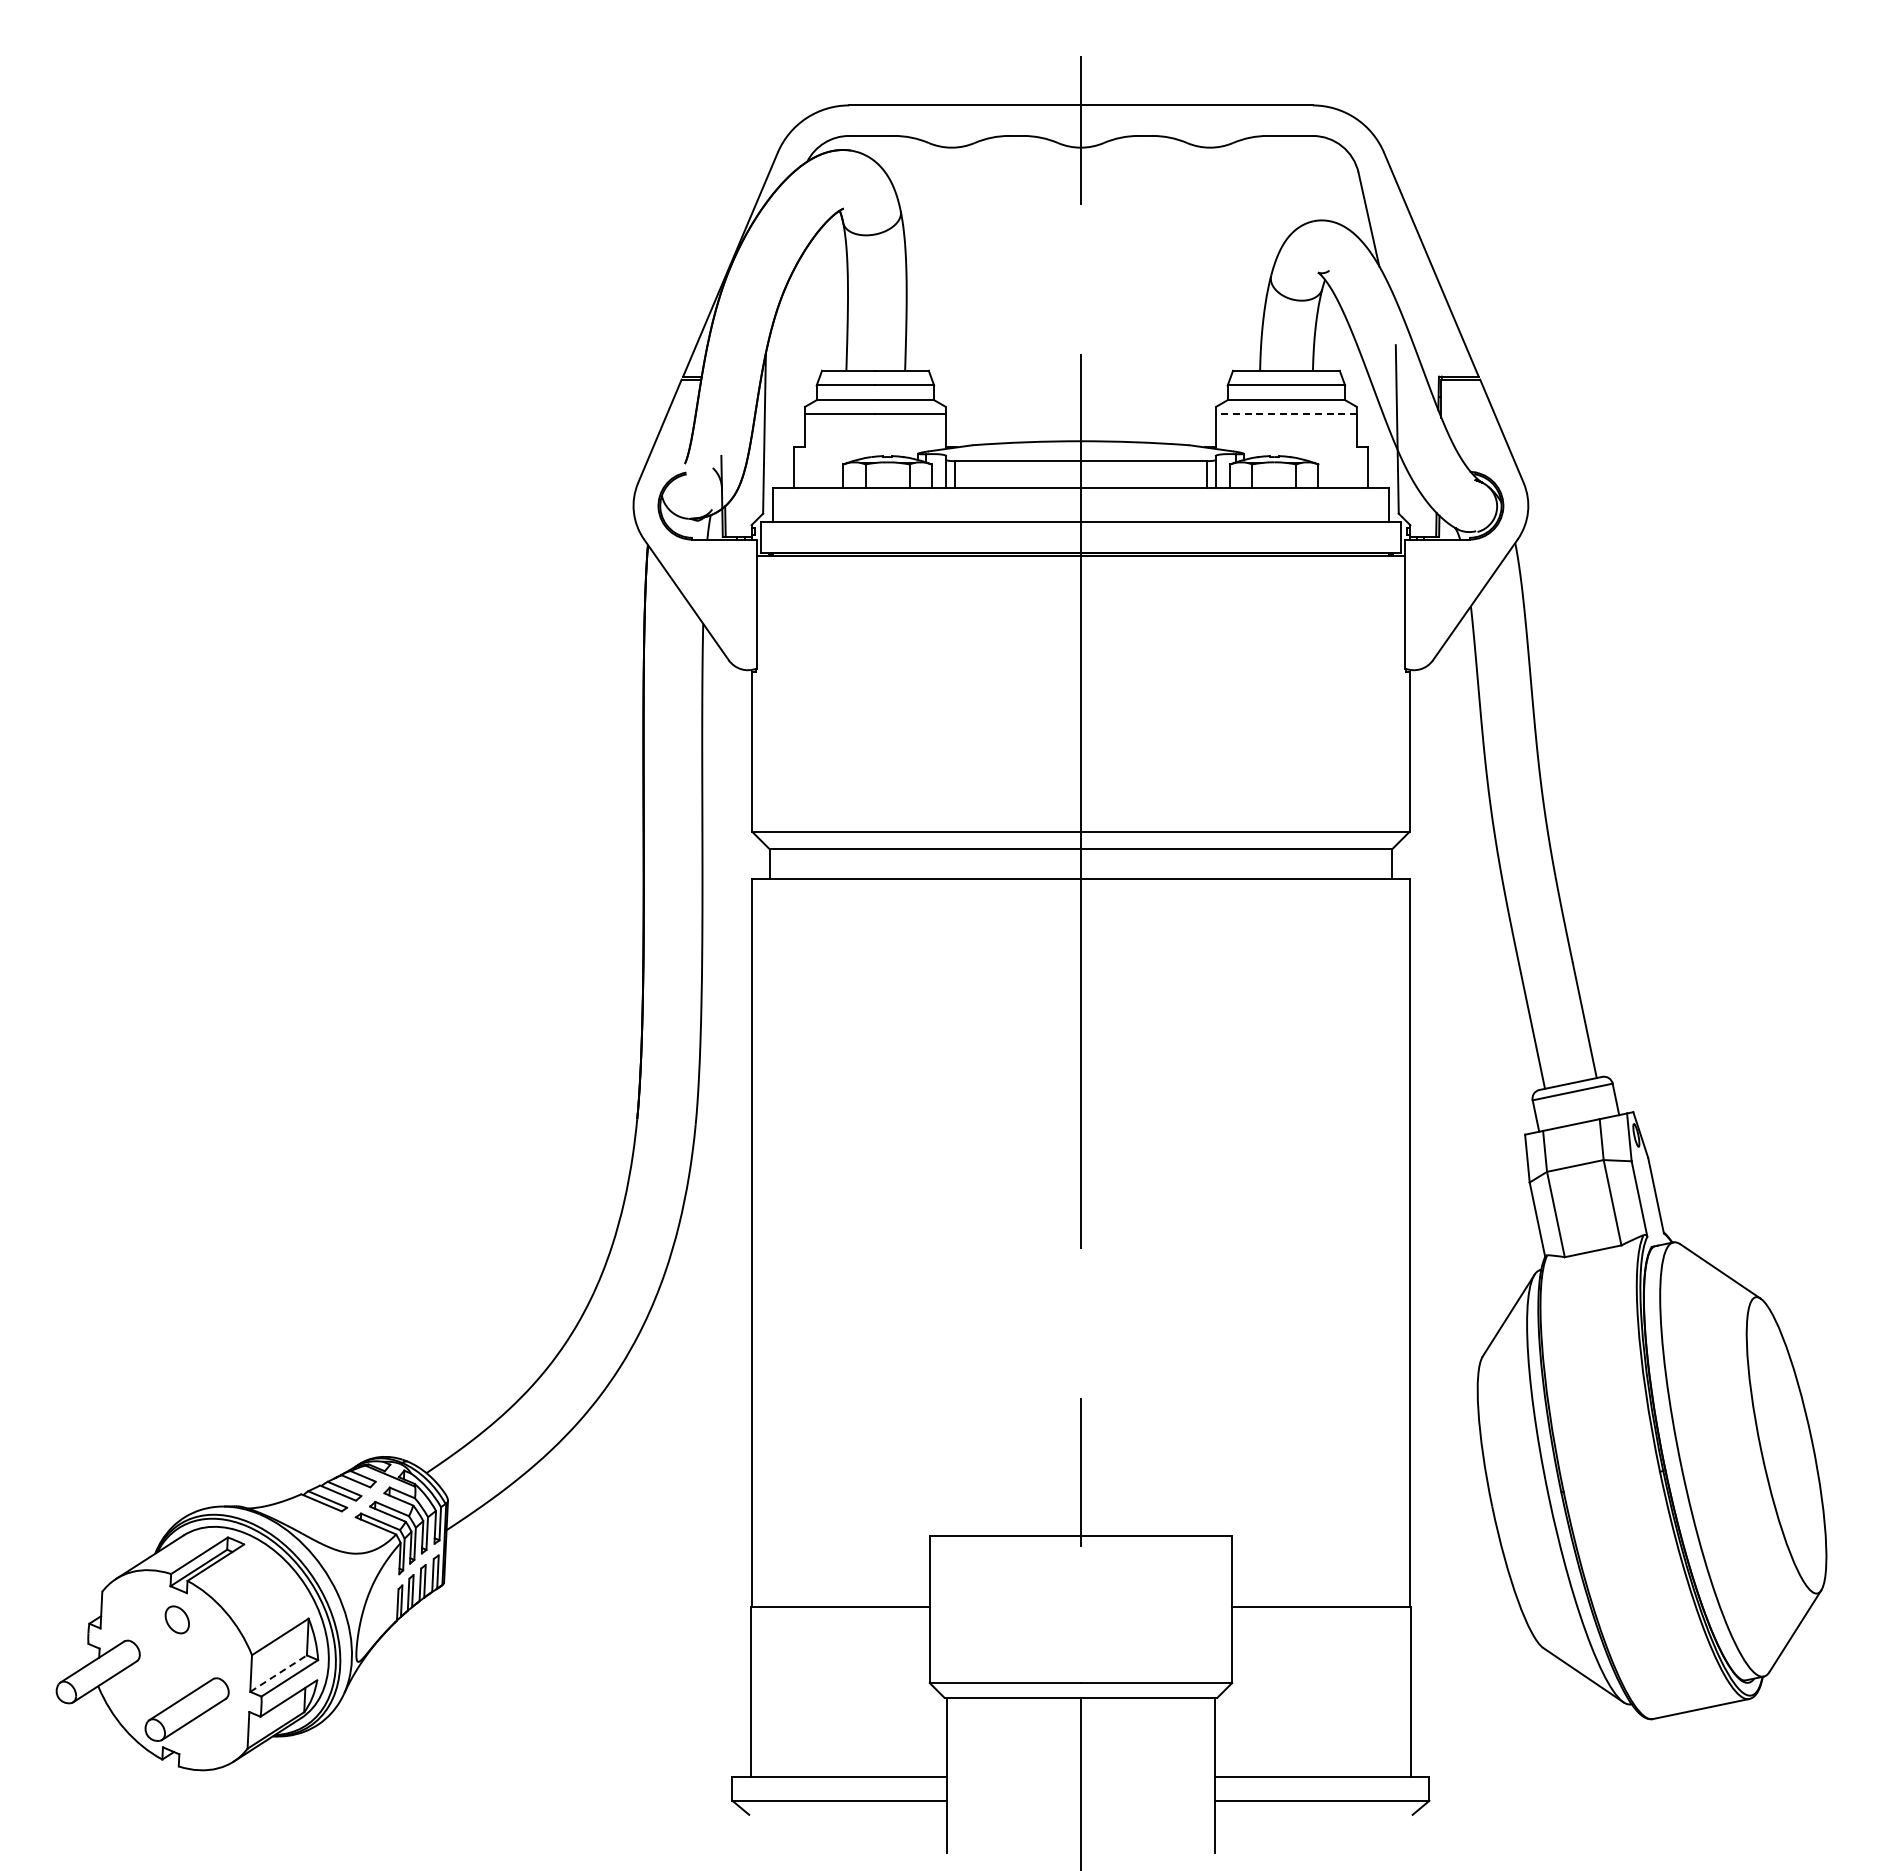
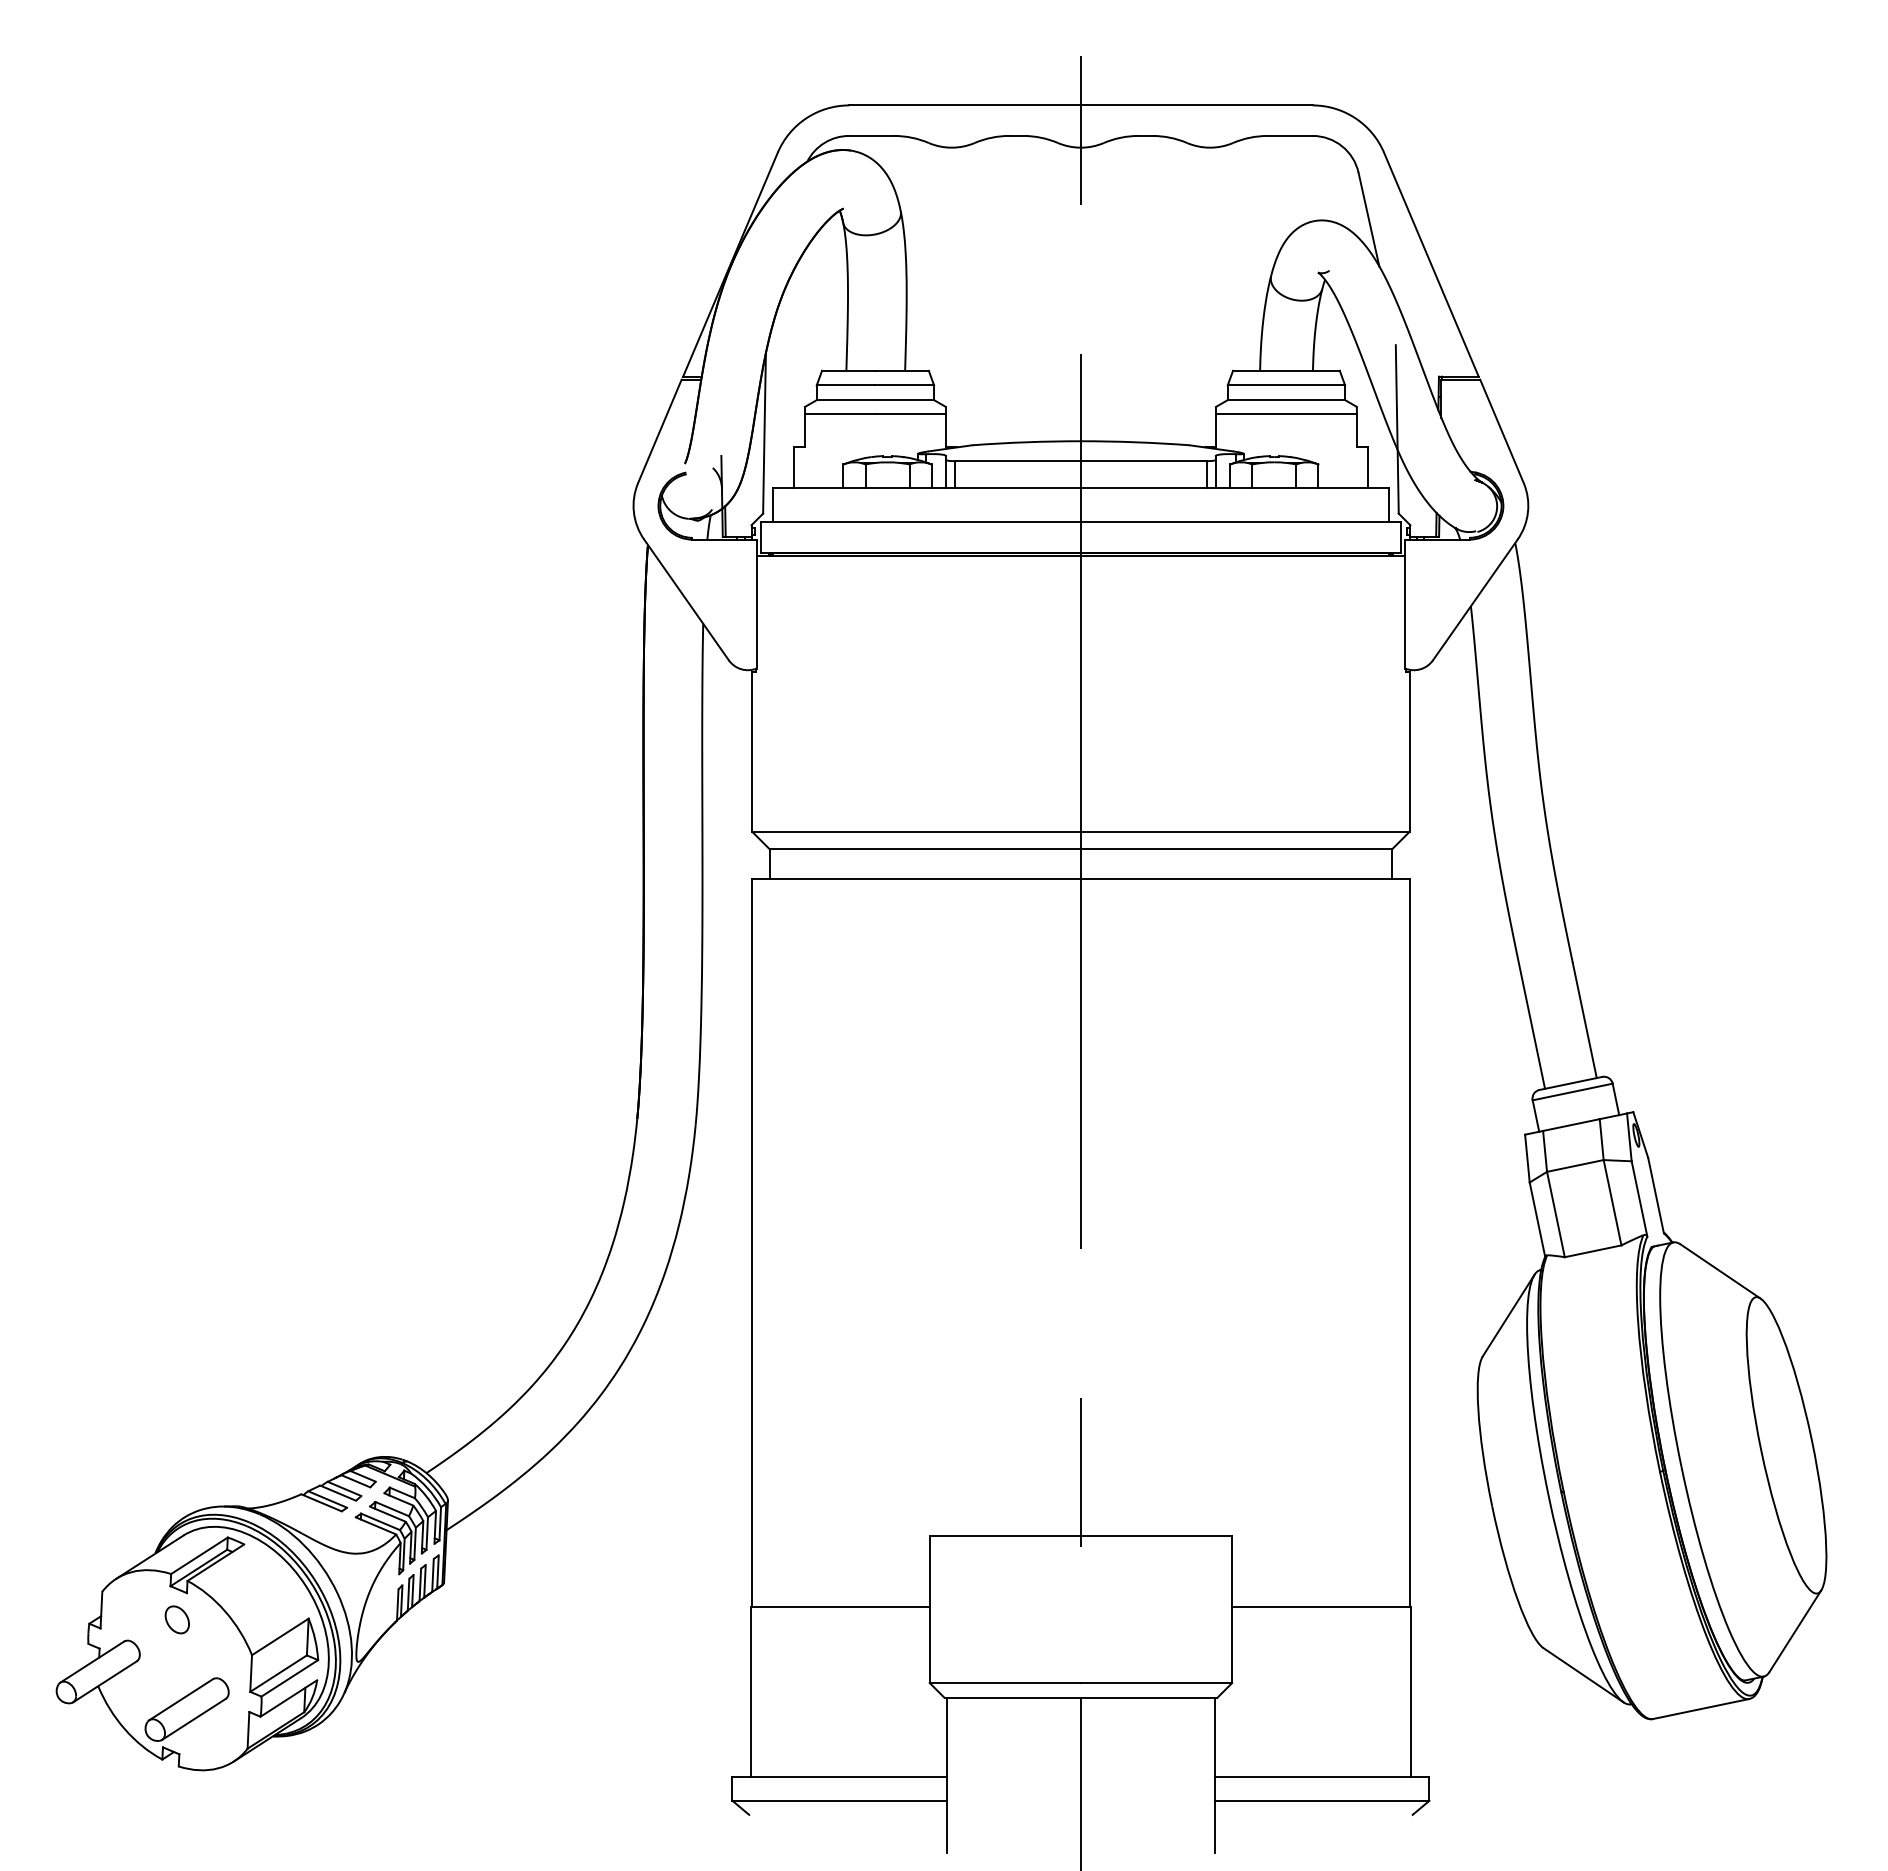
line at (1285, 413): dashed -> solid
line at (278, 1673): dashed -> solid
